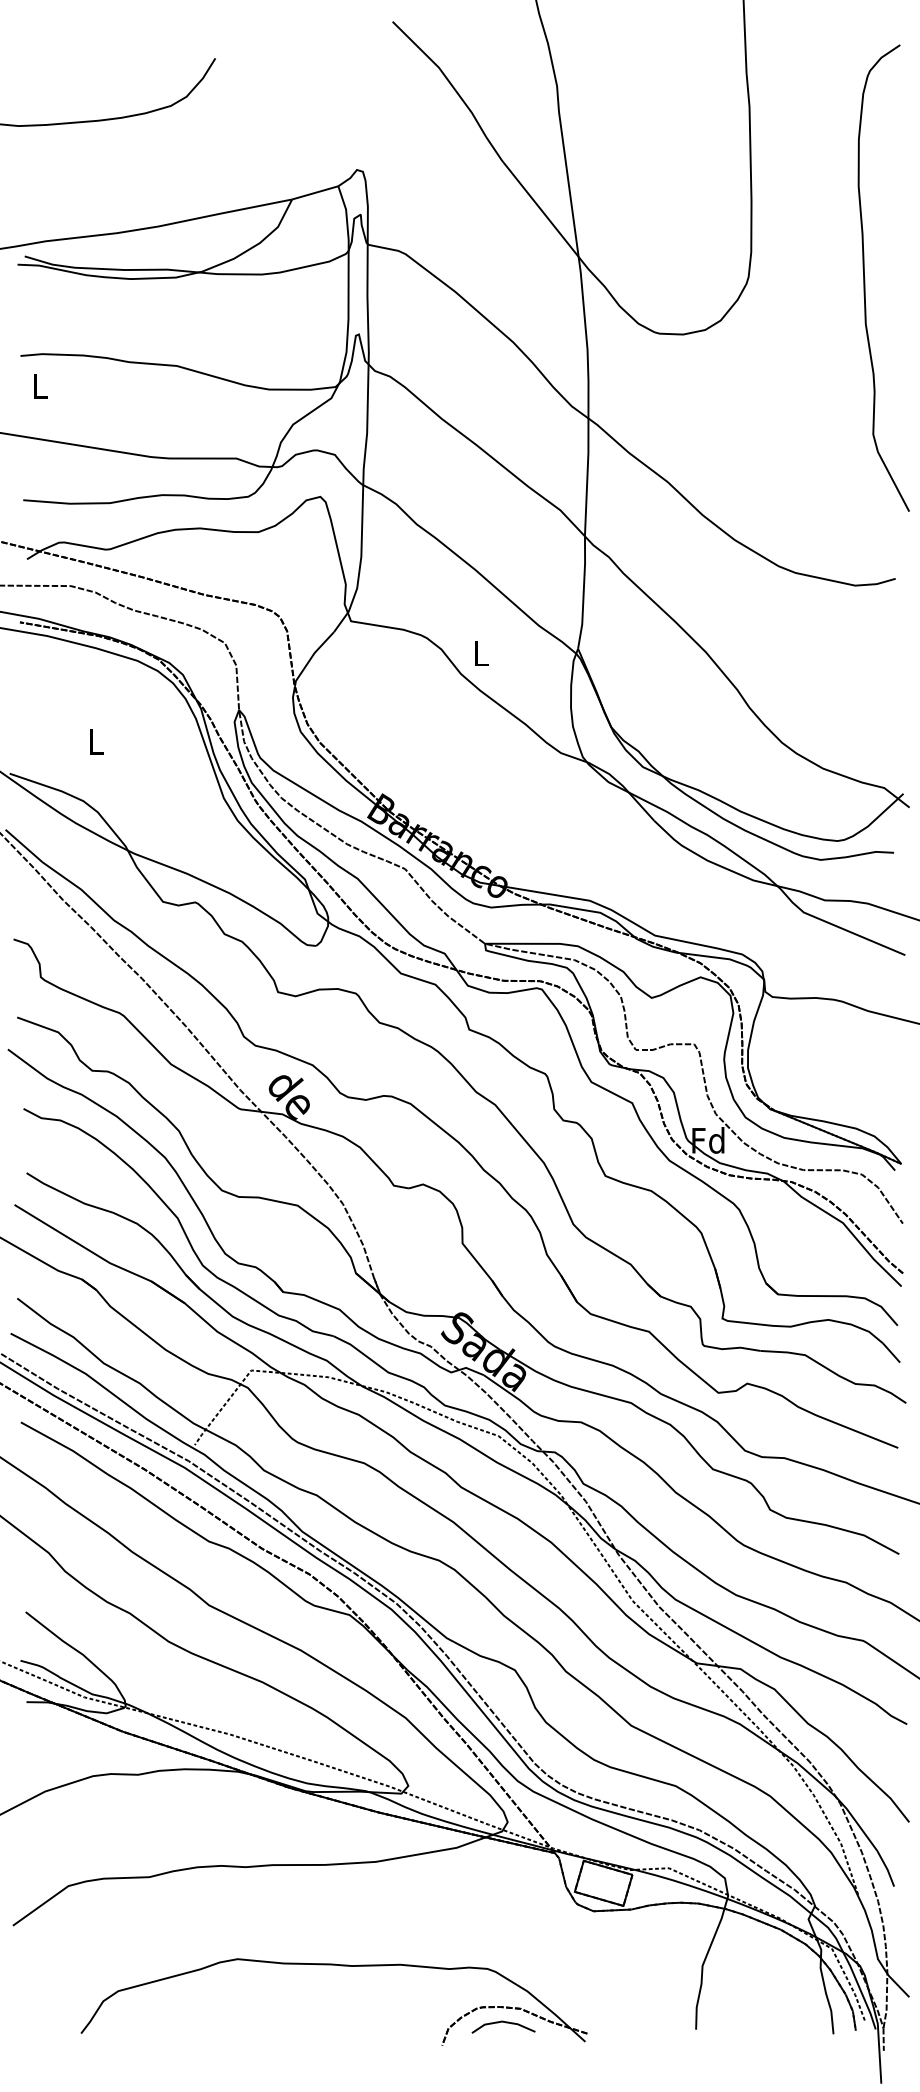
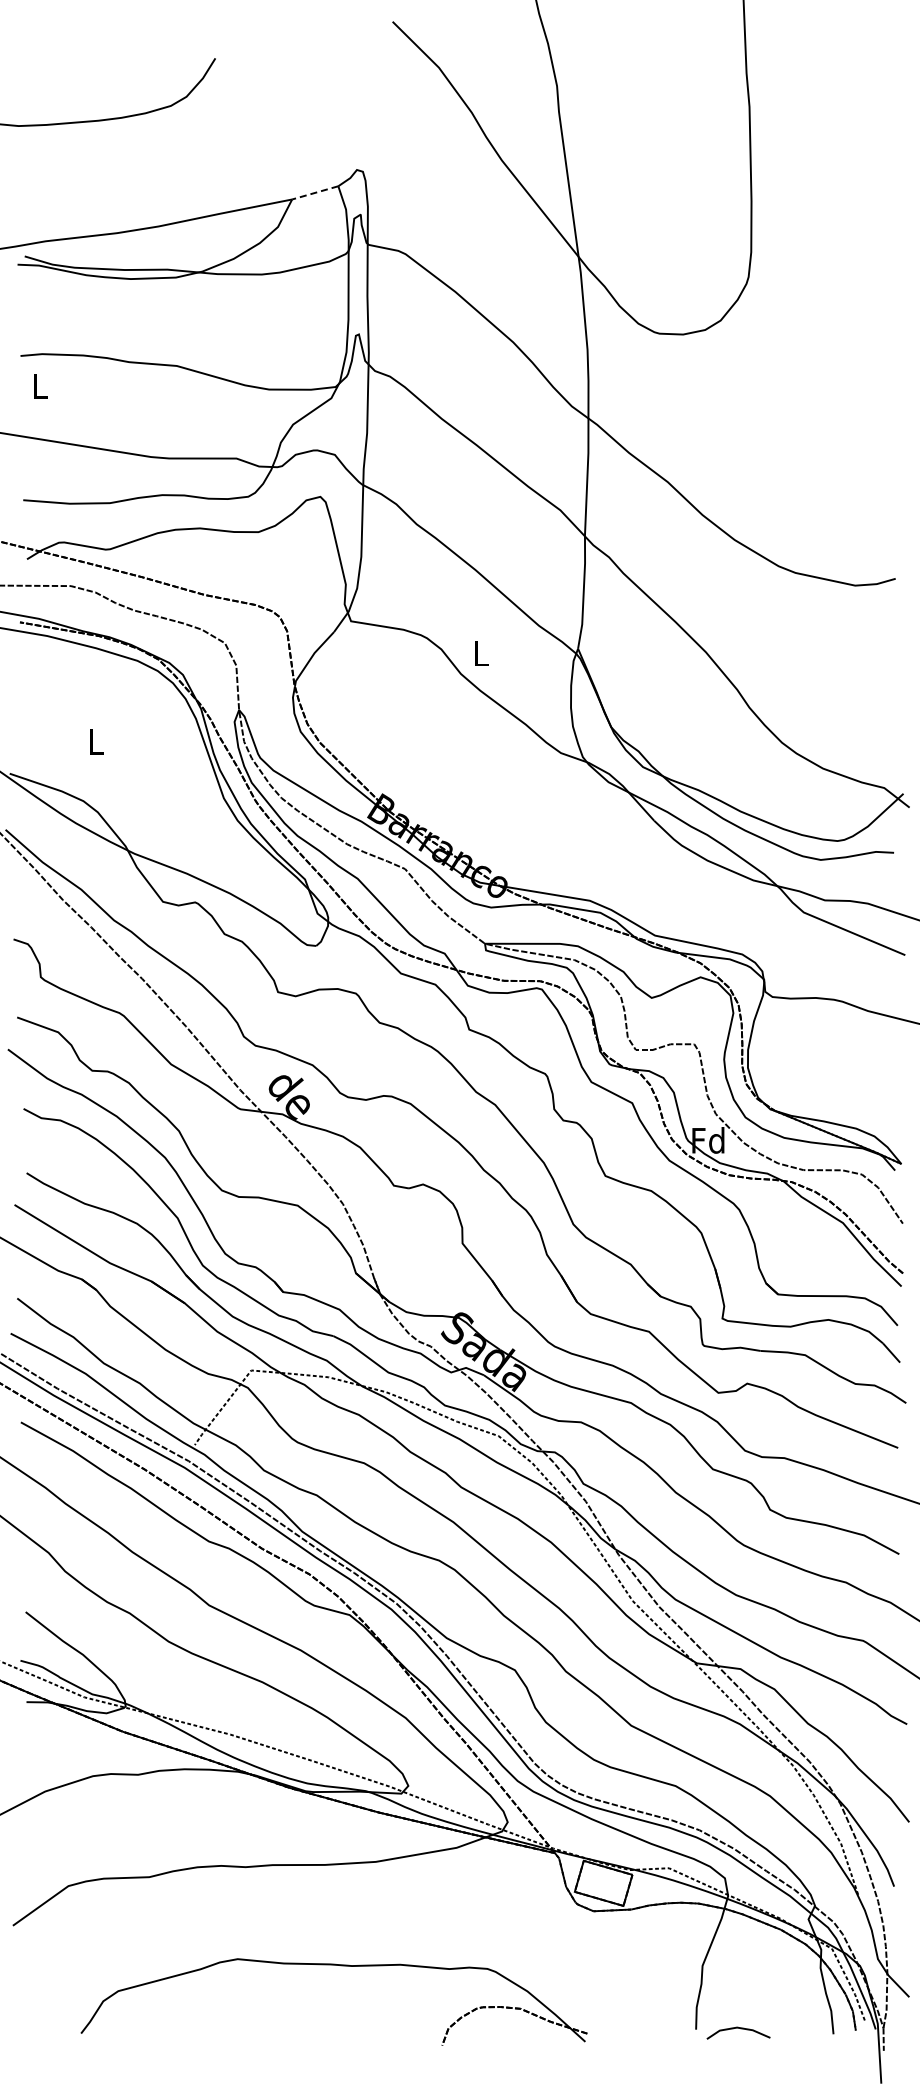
line at (314, 193): solid -> dashed
curve at (865, 279): present -> none
line at (505, 2023) position: (505, 2023) -> (740, 2029)
